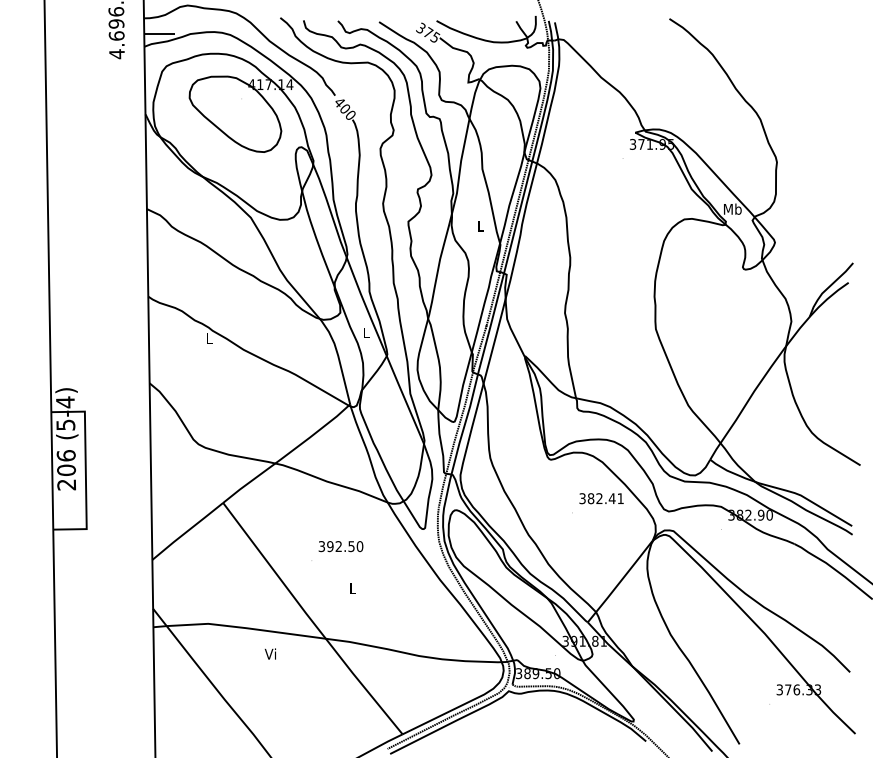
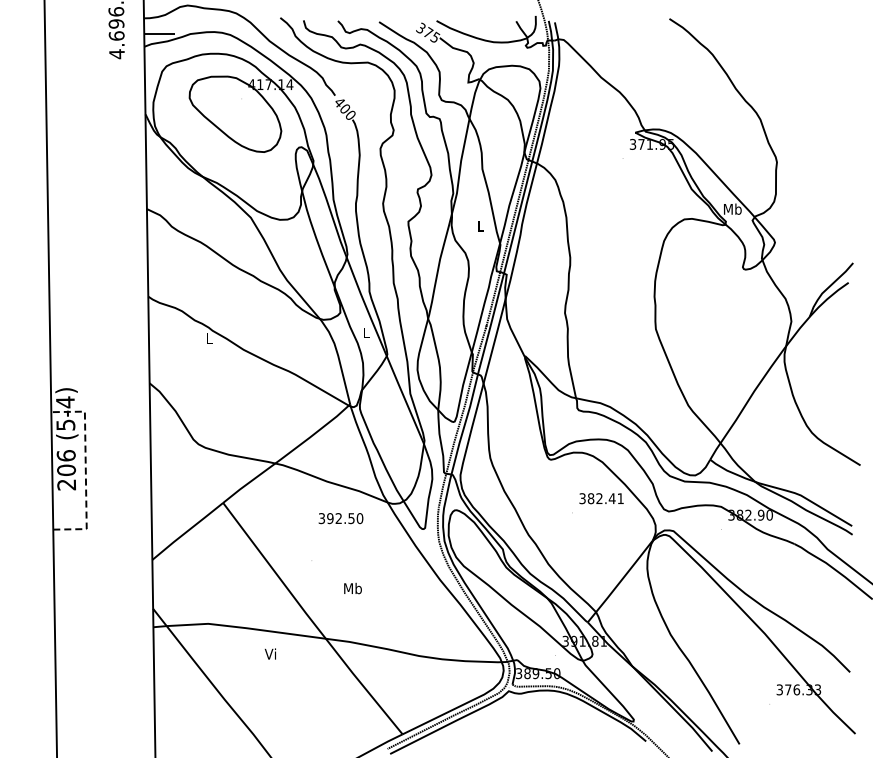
line at (85, 470): solid -> dashed
text at (340, 546) position: (340, 546) -> (340, 518)
text at (352, 588): L -> Mb
